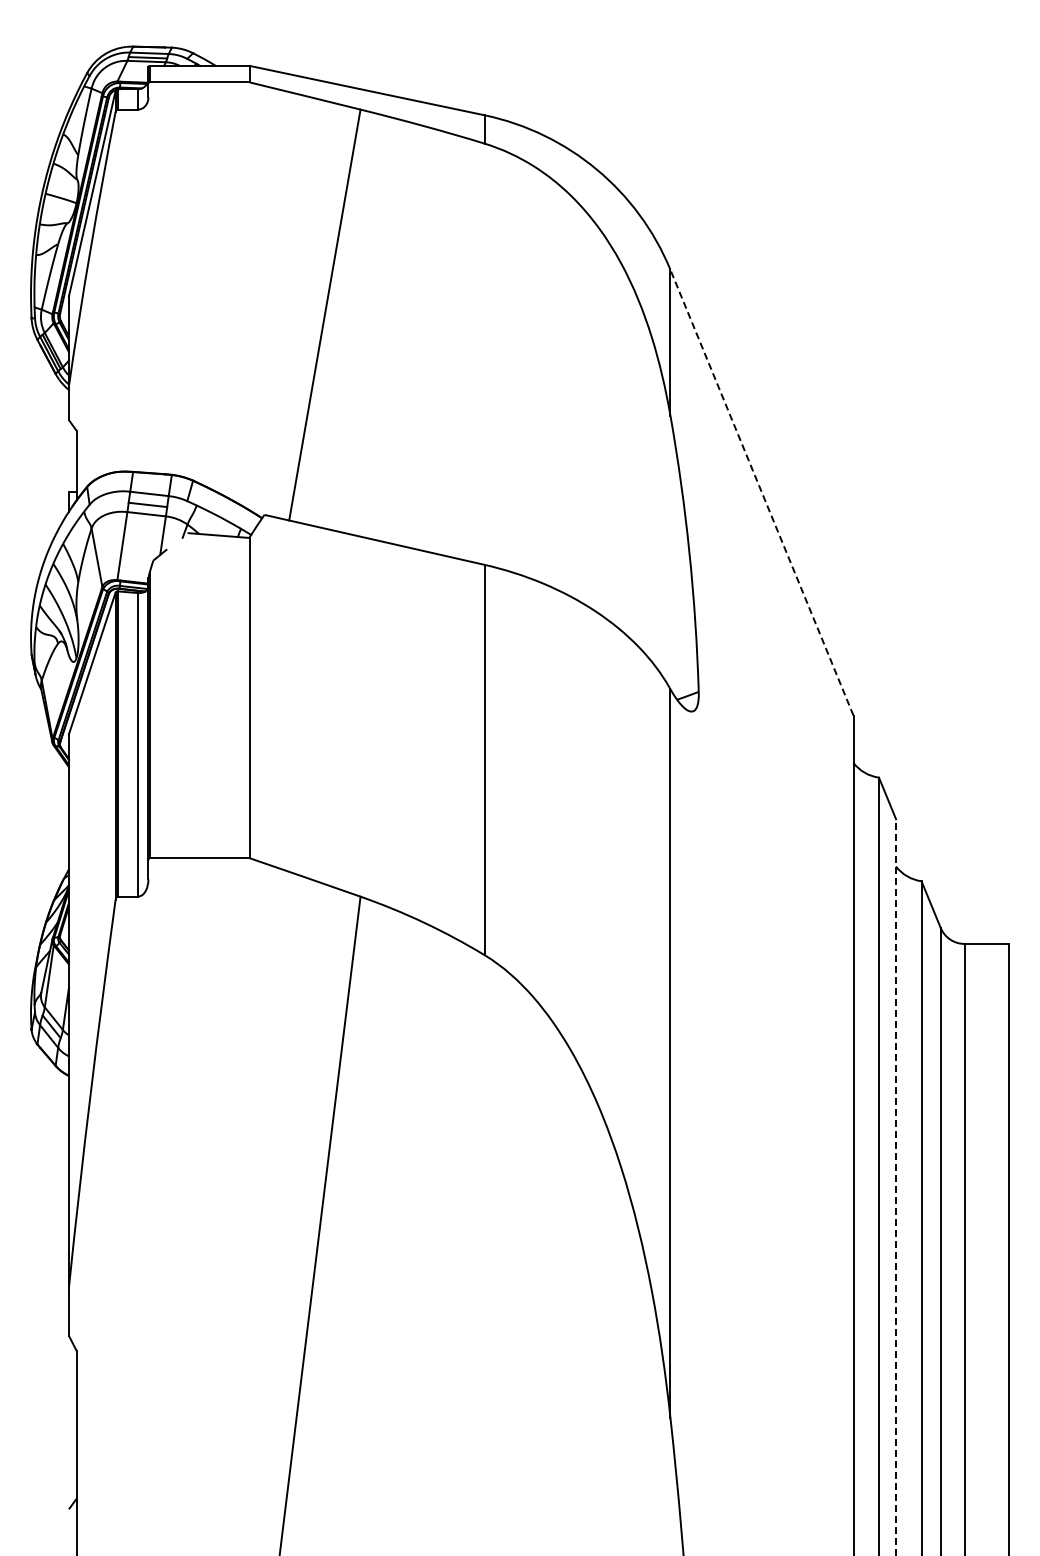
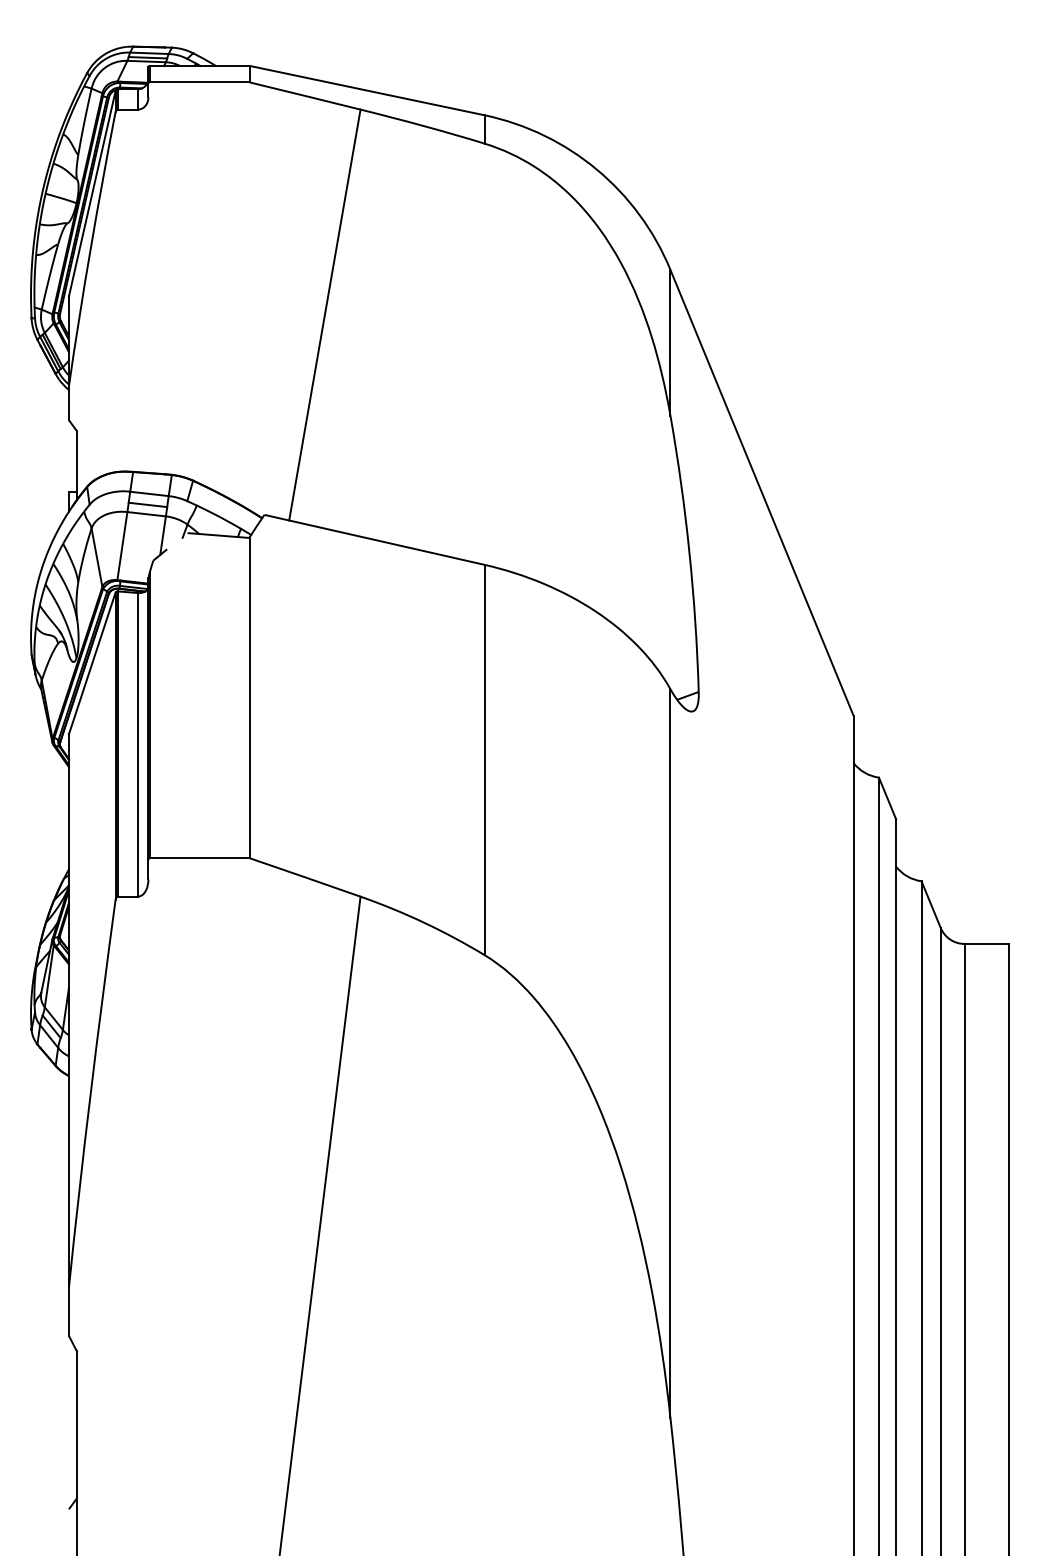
line at (761, 492): dashed -> solid
line at (896, 1187): dashed -> solid
